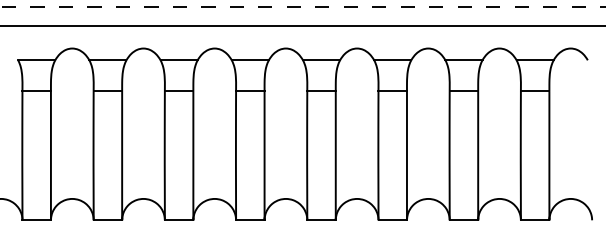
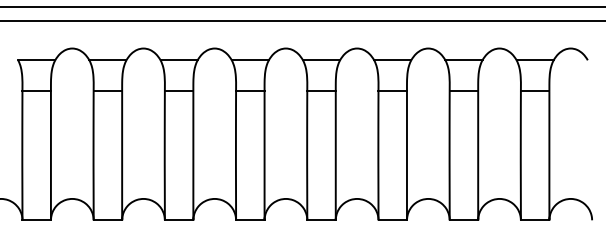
line at (303, 6): dashed -> solid
line at (302, 25) position: (302, 25) -> (302, 20)
